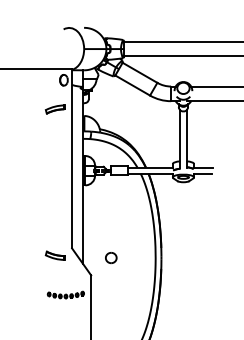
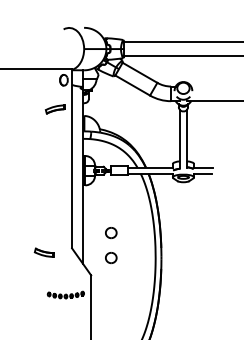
line at (215, 86): present -> none
part at (111, 232): none -> present
part at (54, 255) position: (54, 255) -> (43, 252)
